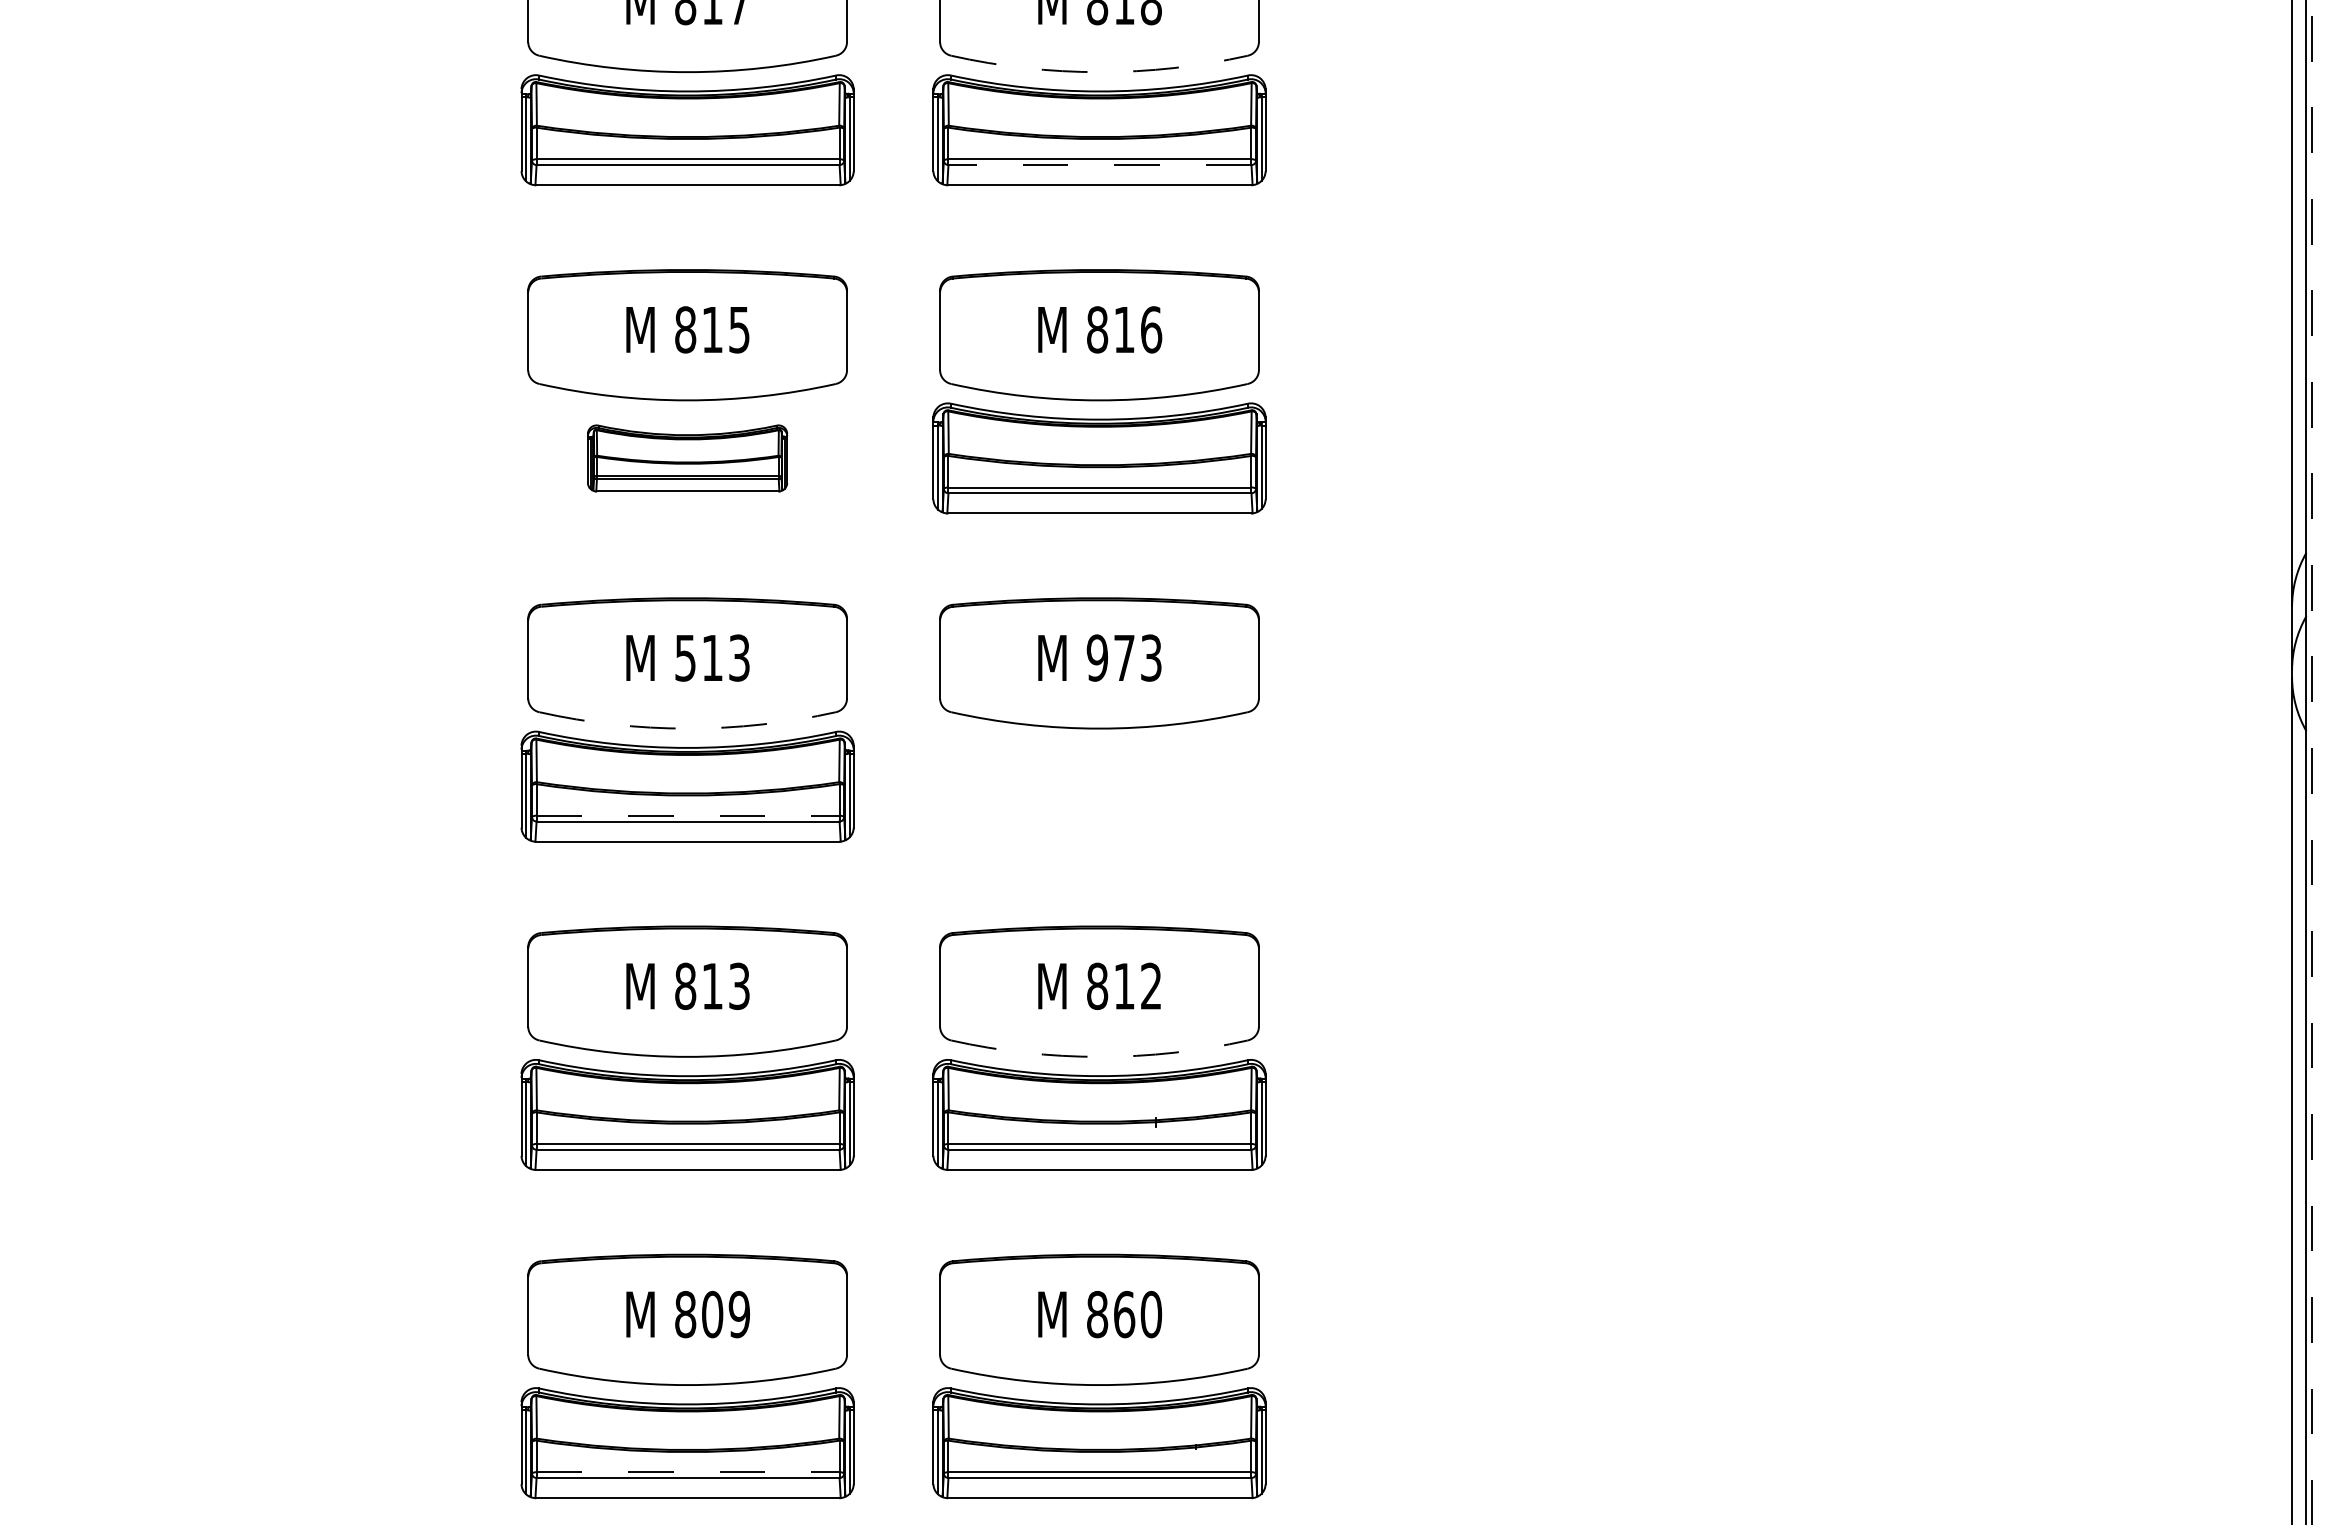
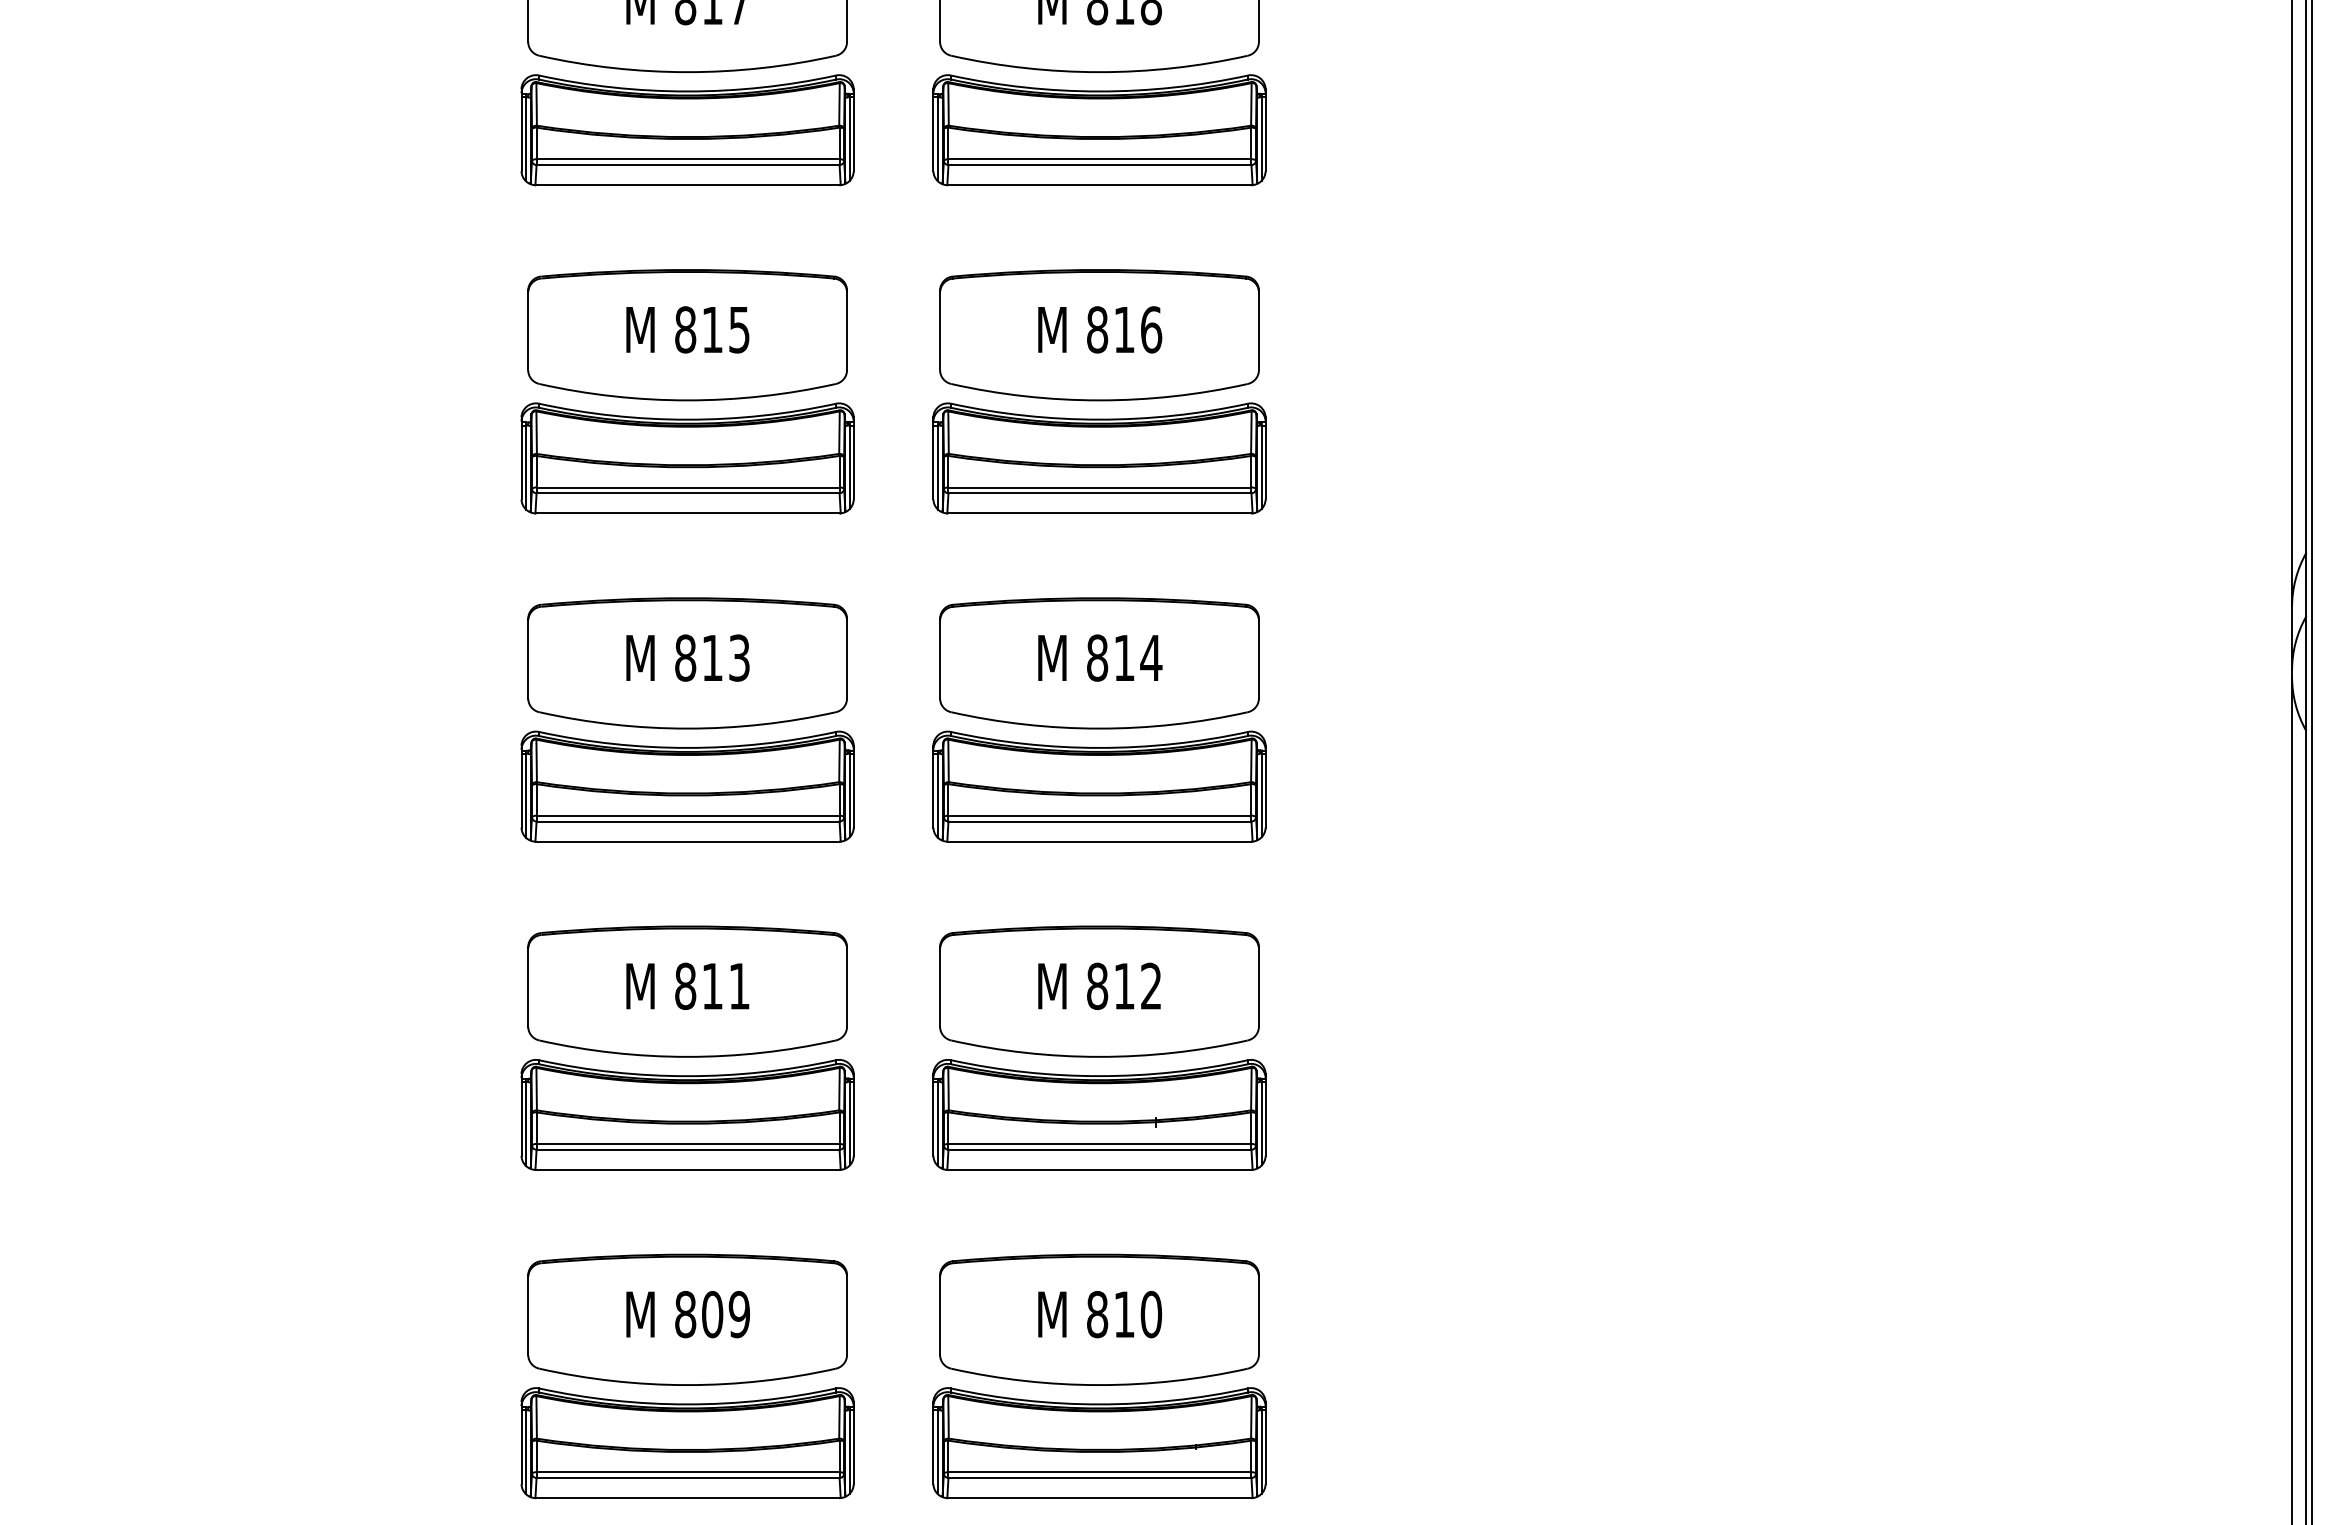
arc at (1099, 72): dashed -> solid
line at (1099, 165): dashed -> solid
part at (687, 458) size: 202x69 px -> 335x113 px
text at (685, 657): 513 -> 813
text at (1124, 657): 973 -> 814
arc at (687, 728): dashed -> solid
line at (2311, 762): dashed -> solid
part at (1099, 786): none -> present
line at (688, 815): dashed -> solid
text at (739, 986): 813 -> 811
arc at (1099, 1056): dashed -> solid
text at (1124, 1314): 860 -> 810
line at (688, 1472): dashed -> solid
